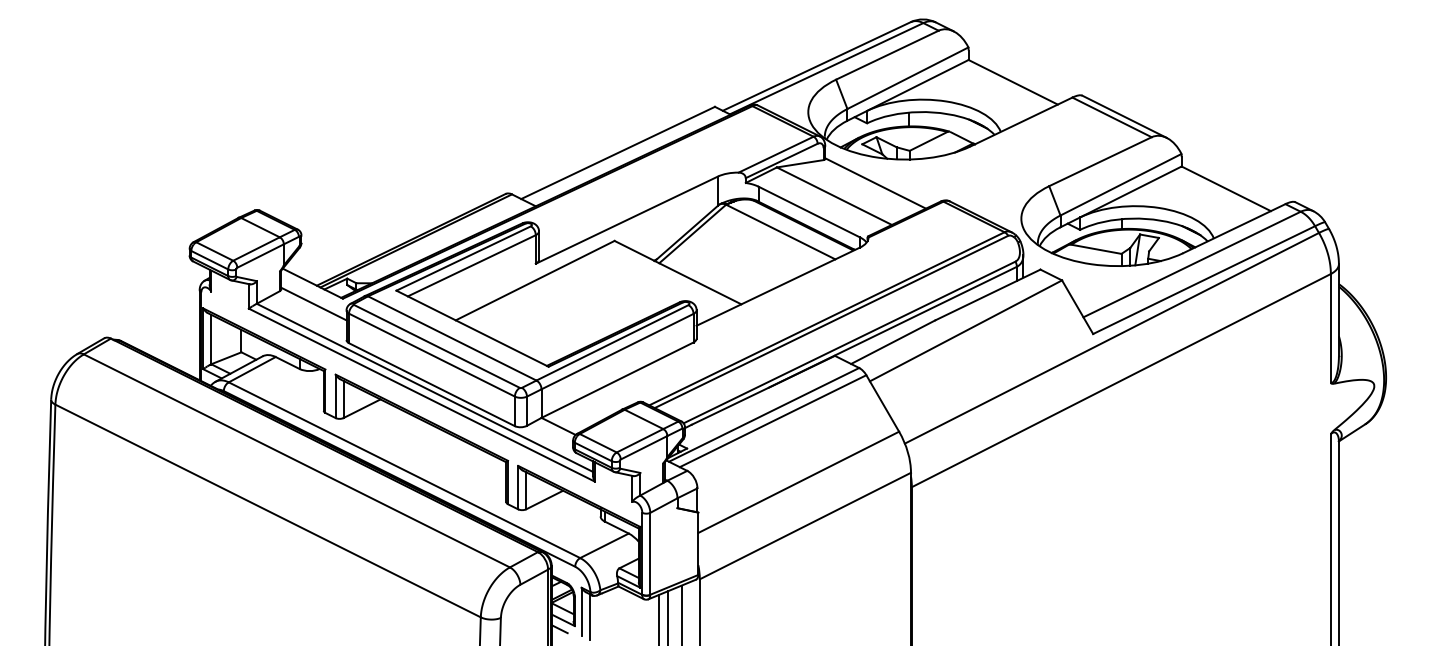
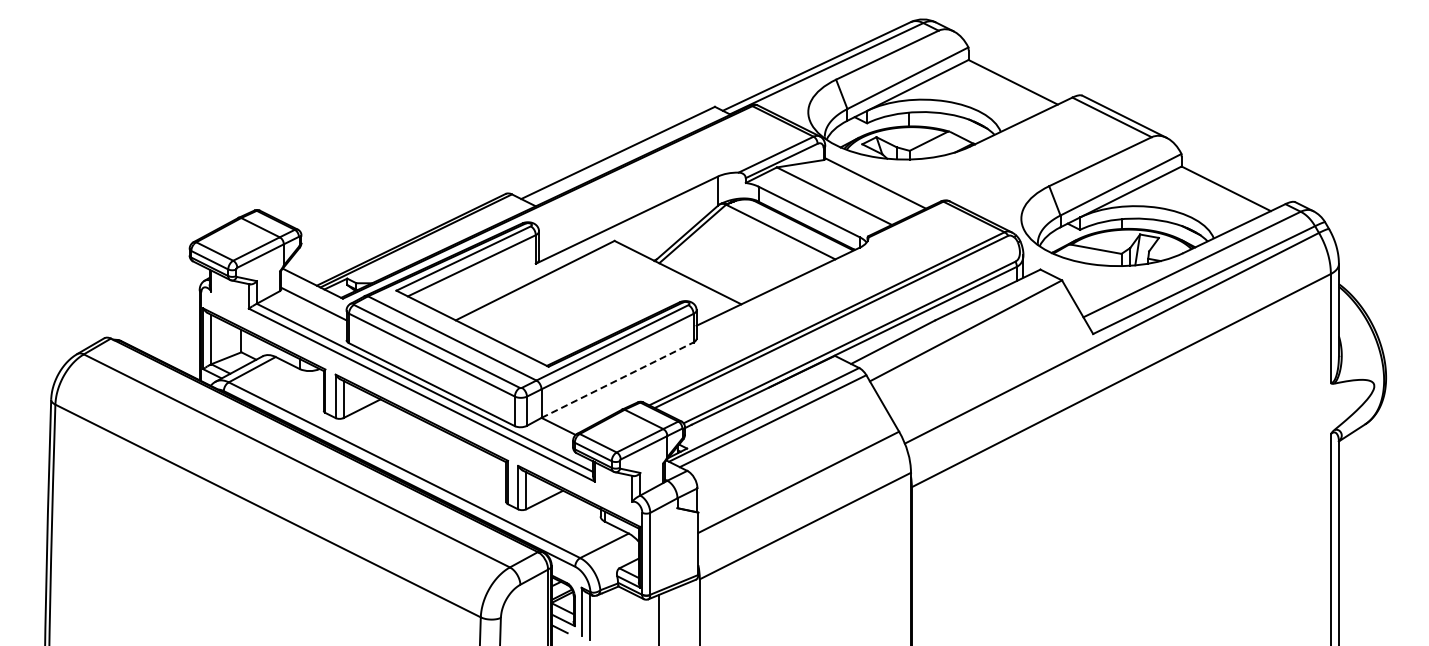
line at (617, 380): solid -> dashed
line at (681, 613): present -> none
line at (667, 616): present -> none
